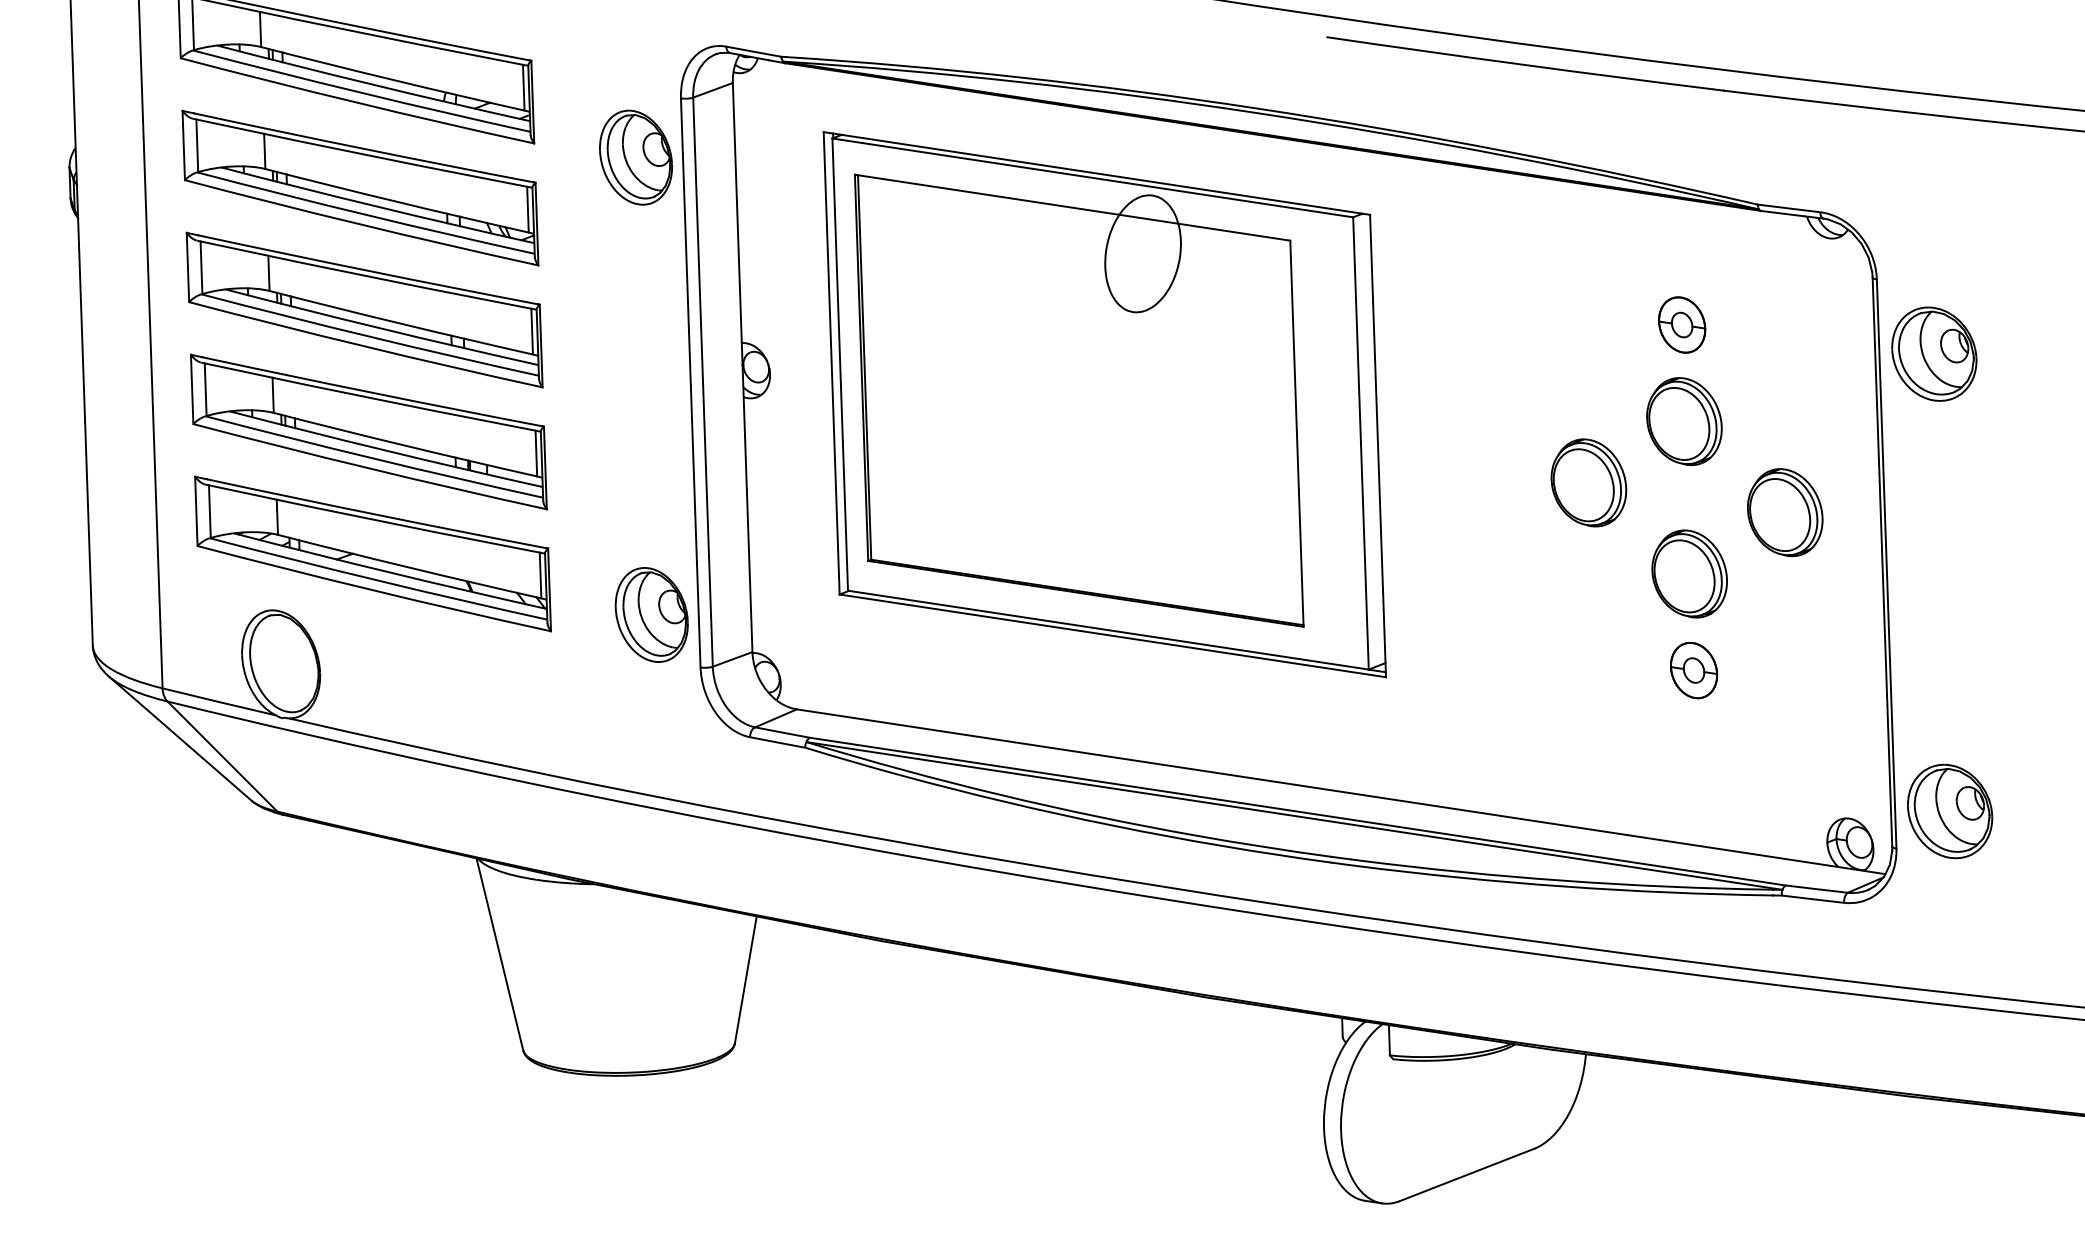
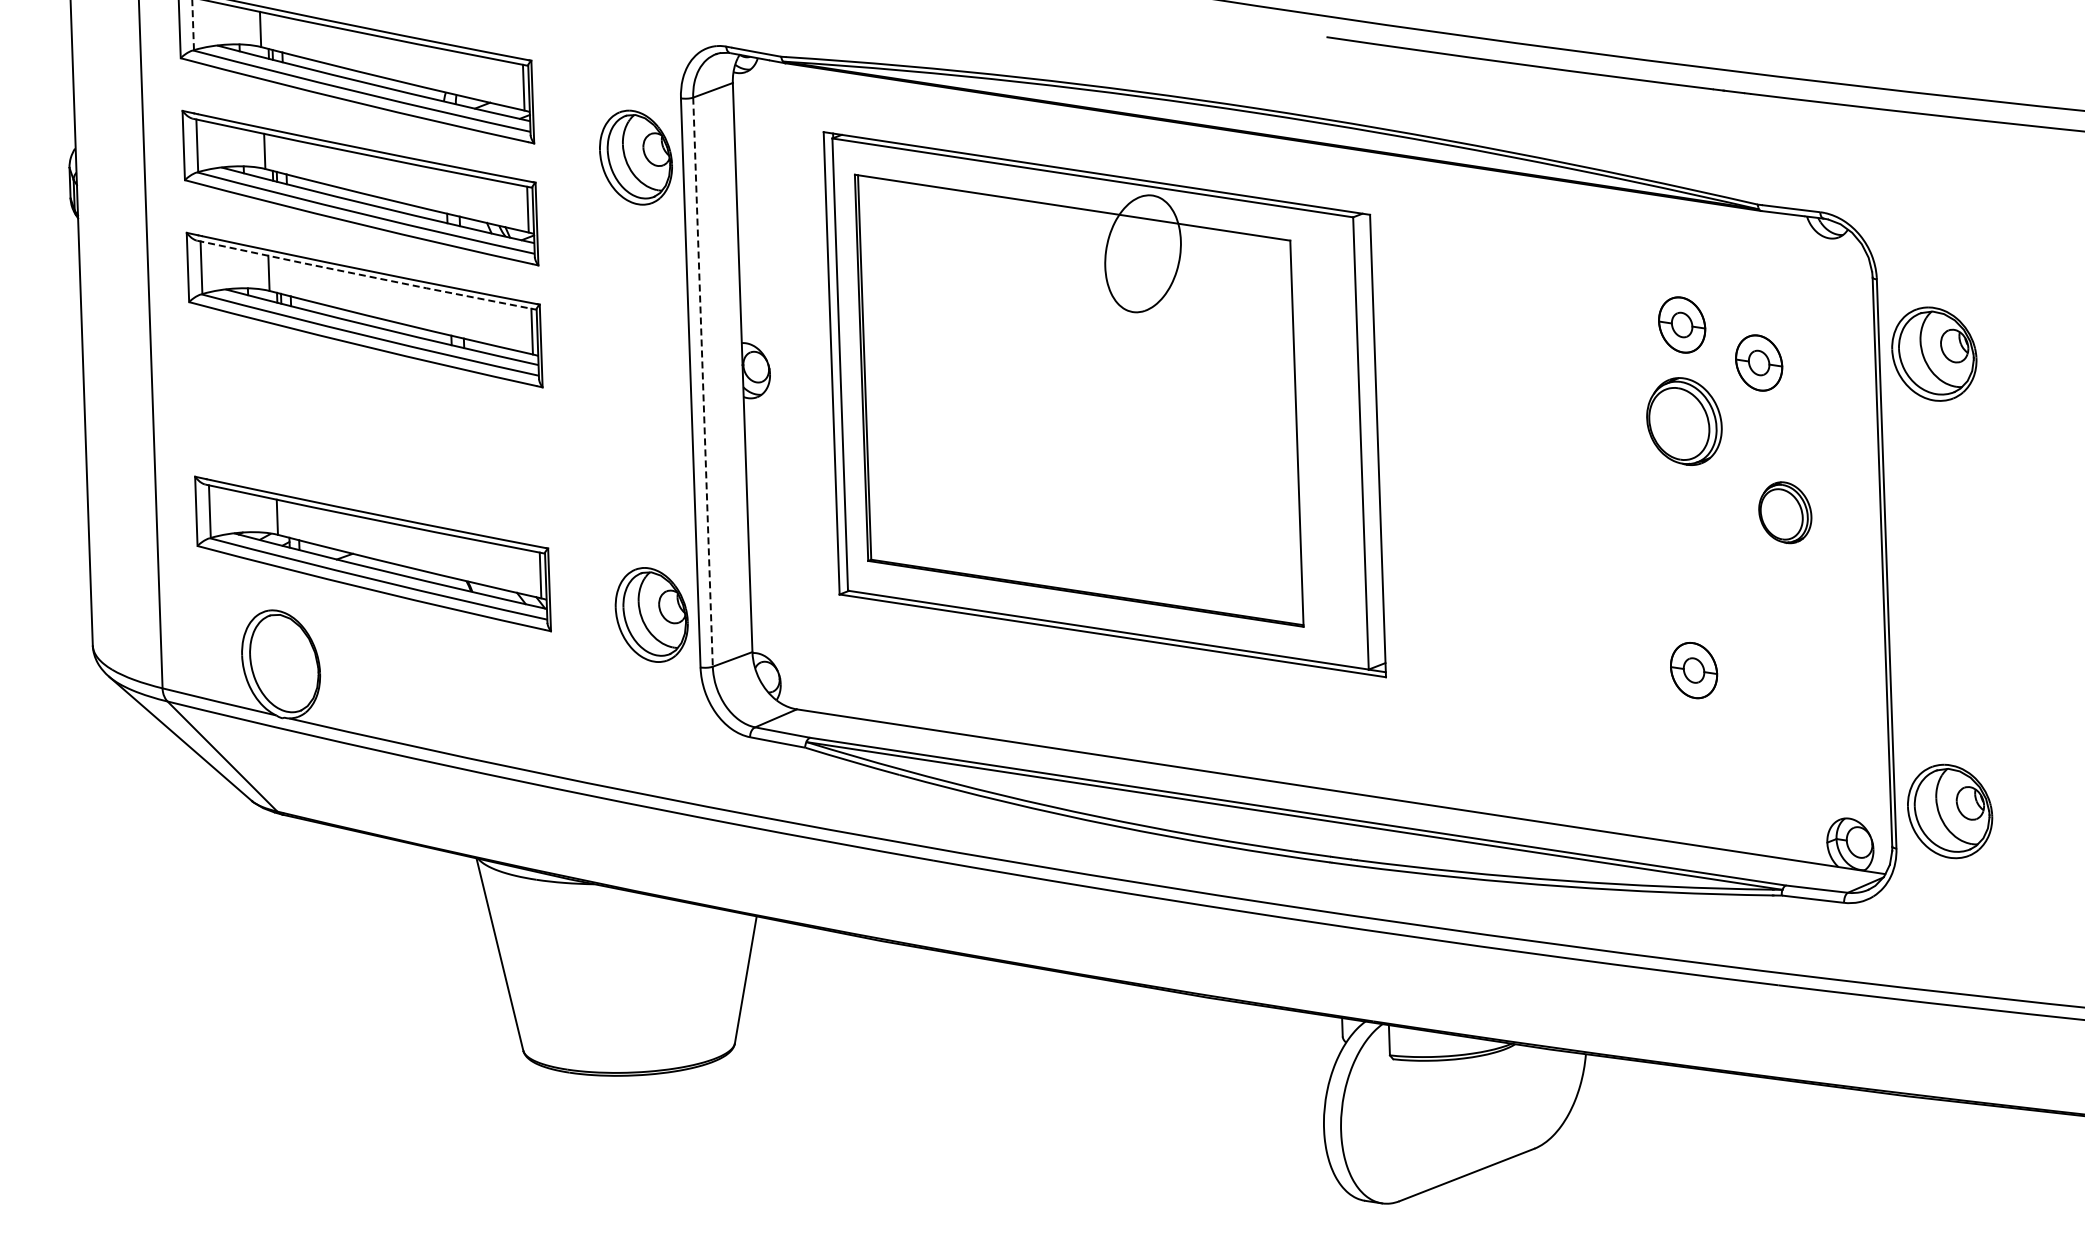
line at (193, 25): solid -> dashed
line at (367, 276): solid -> dashed
part at (1759, 362): none -> present
line at (703, 382): solid -> dashed
part at (368, 431): present -> none
part at (1588, 482): present -> none
part at (1785, 512) size: 77x90 px -> 55x64 px
part at (1689, 573): present -> none
